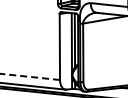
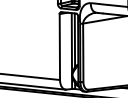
line at (30, 76): dashed -> solid
